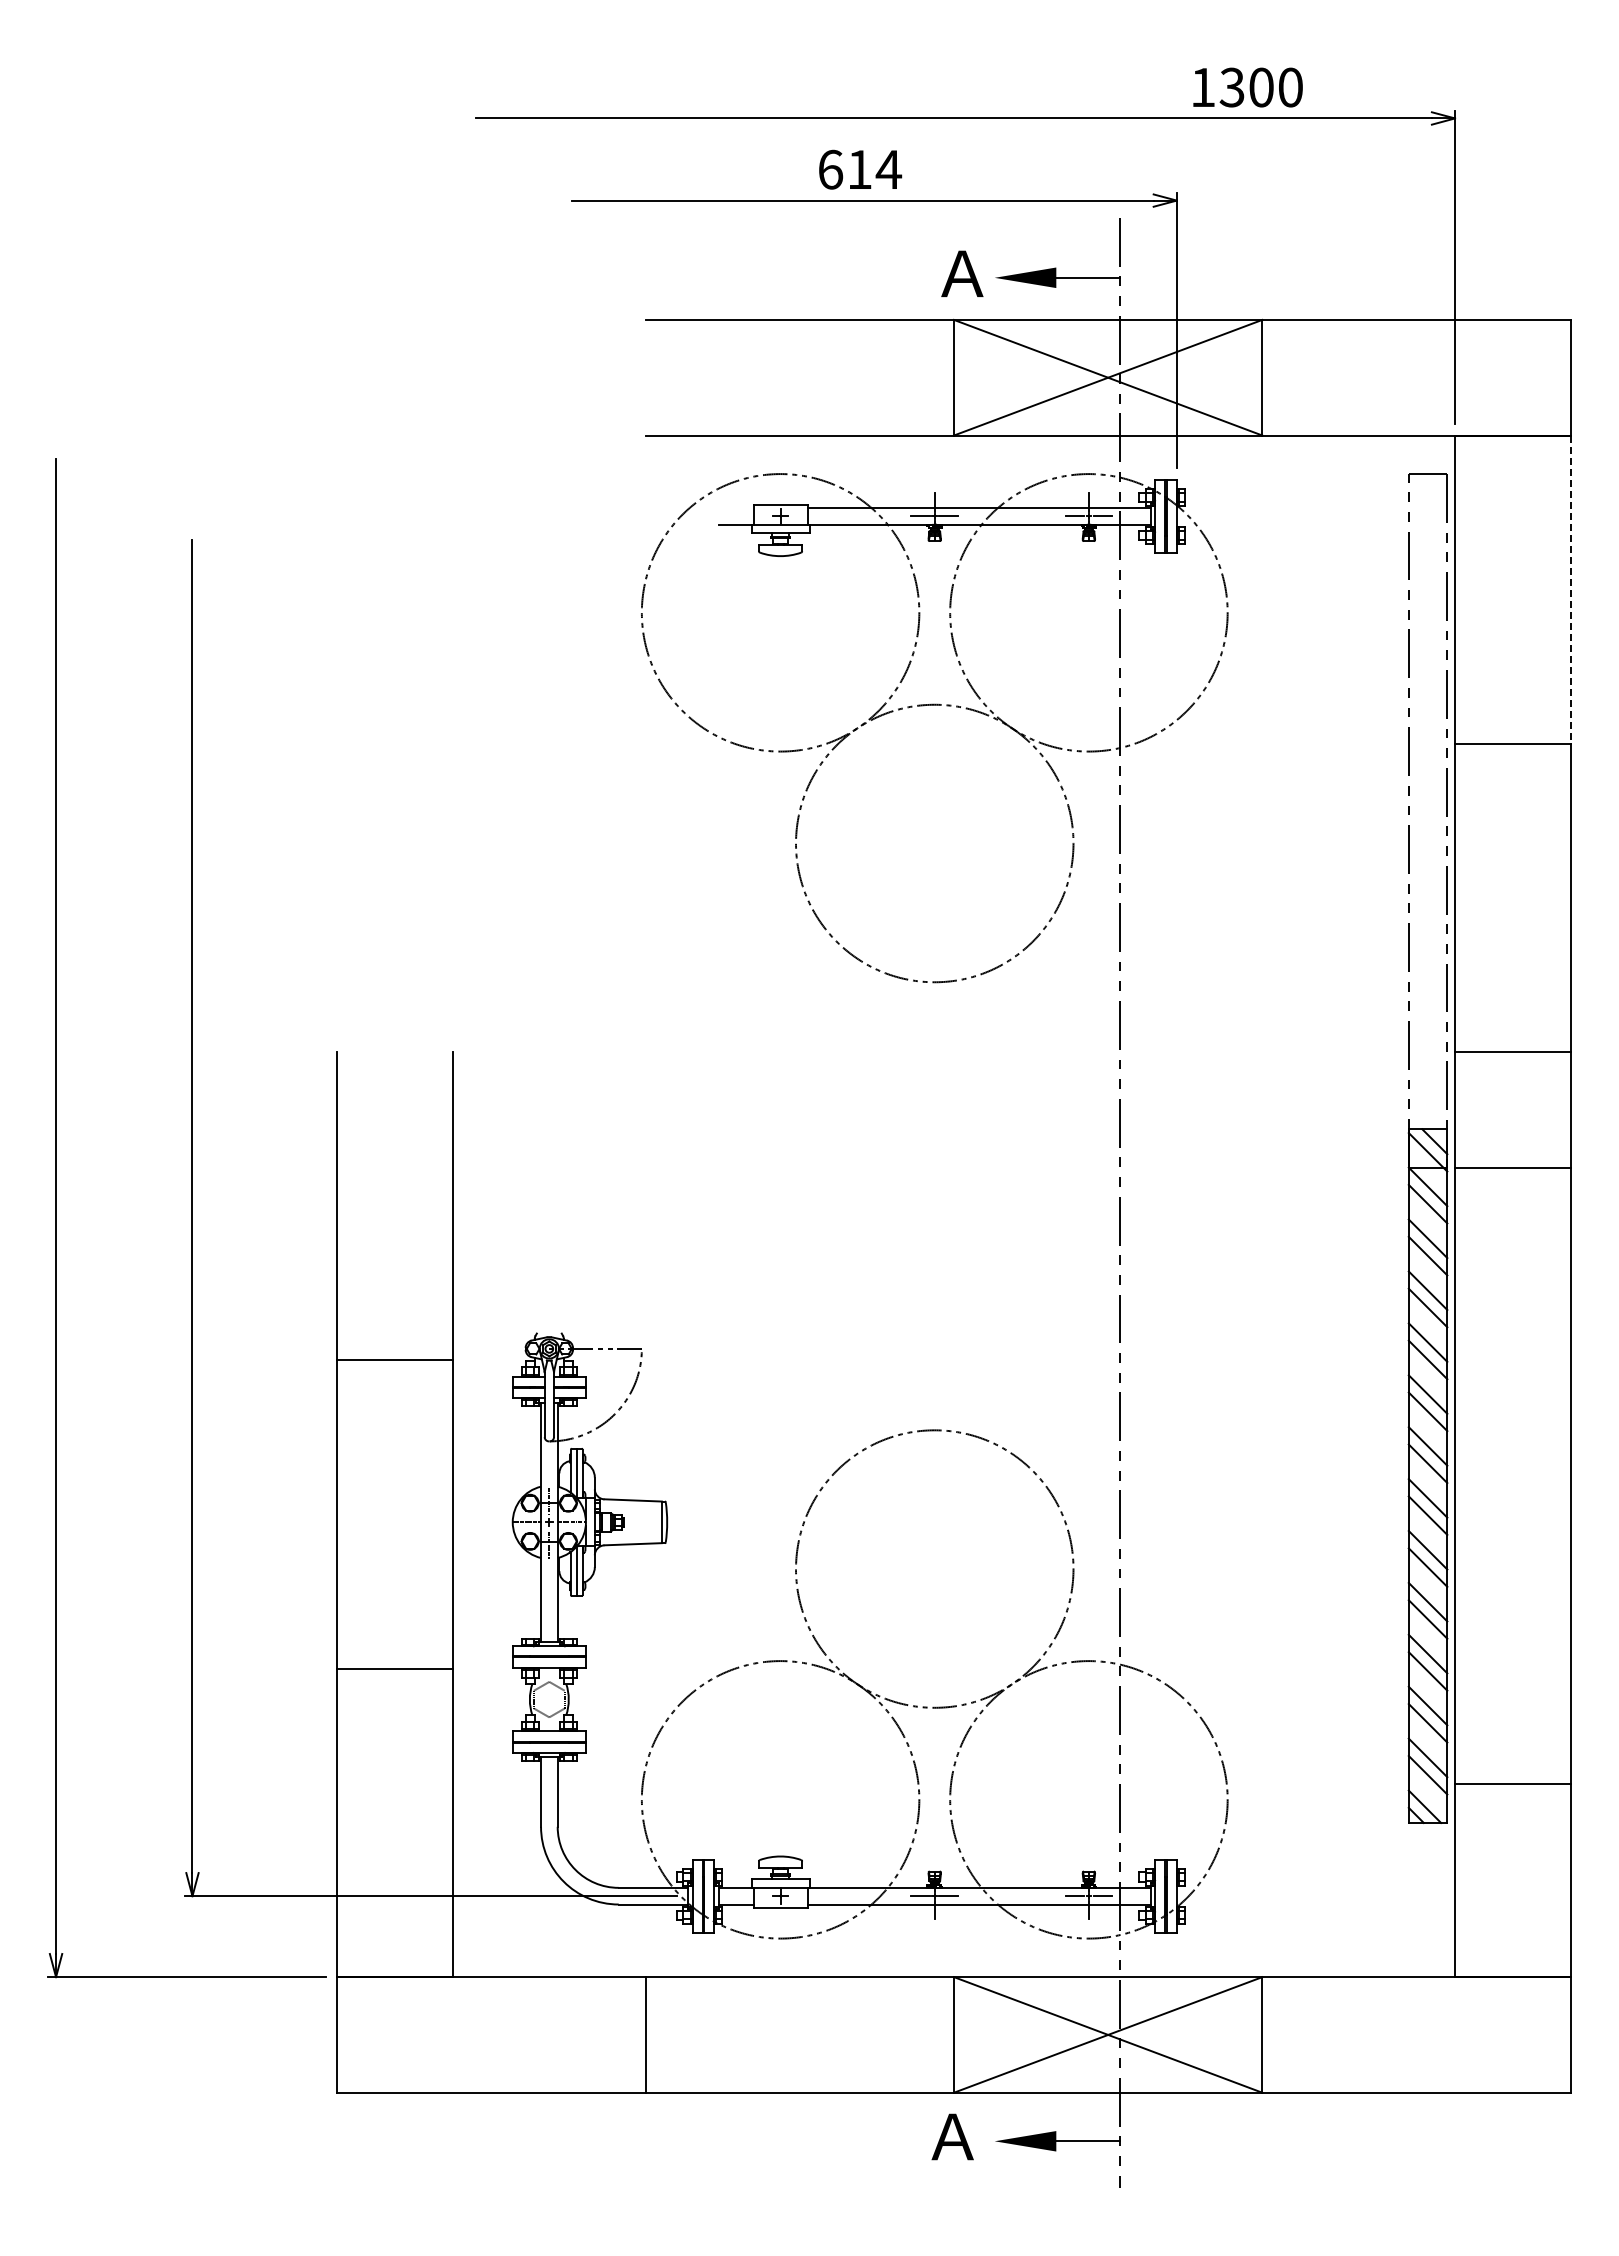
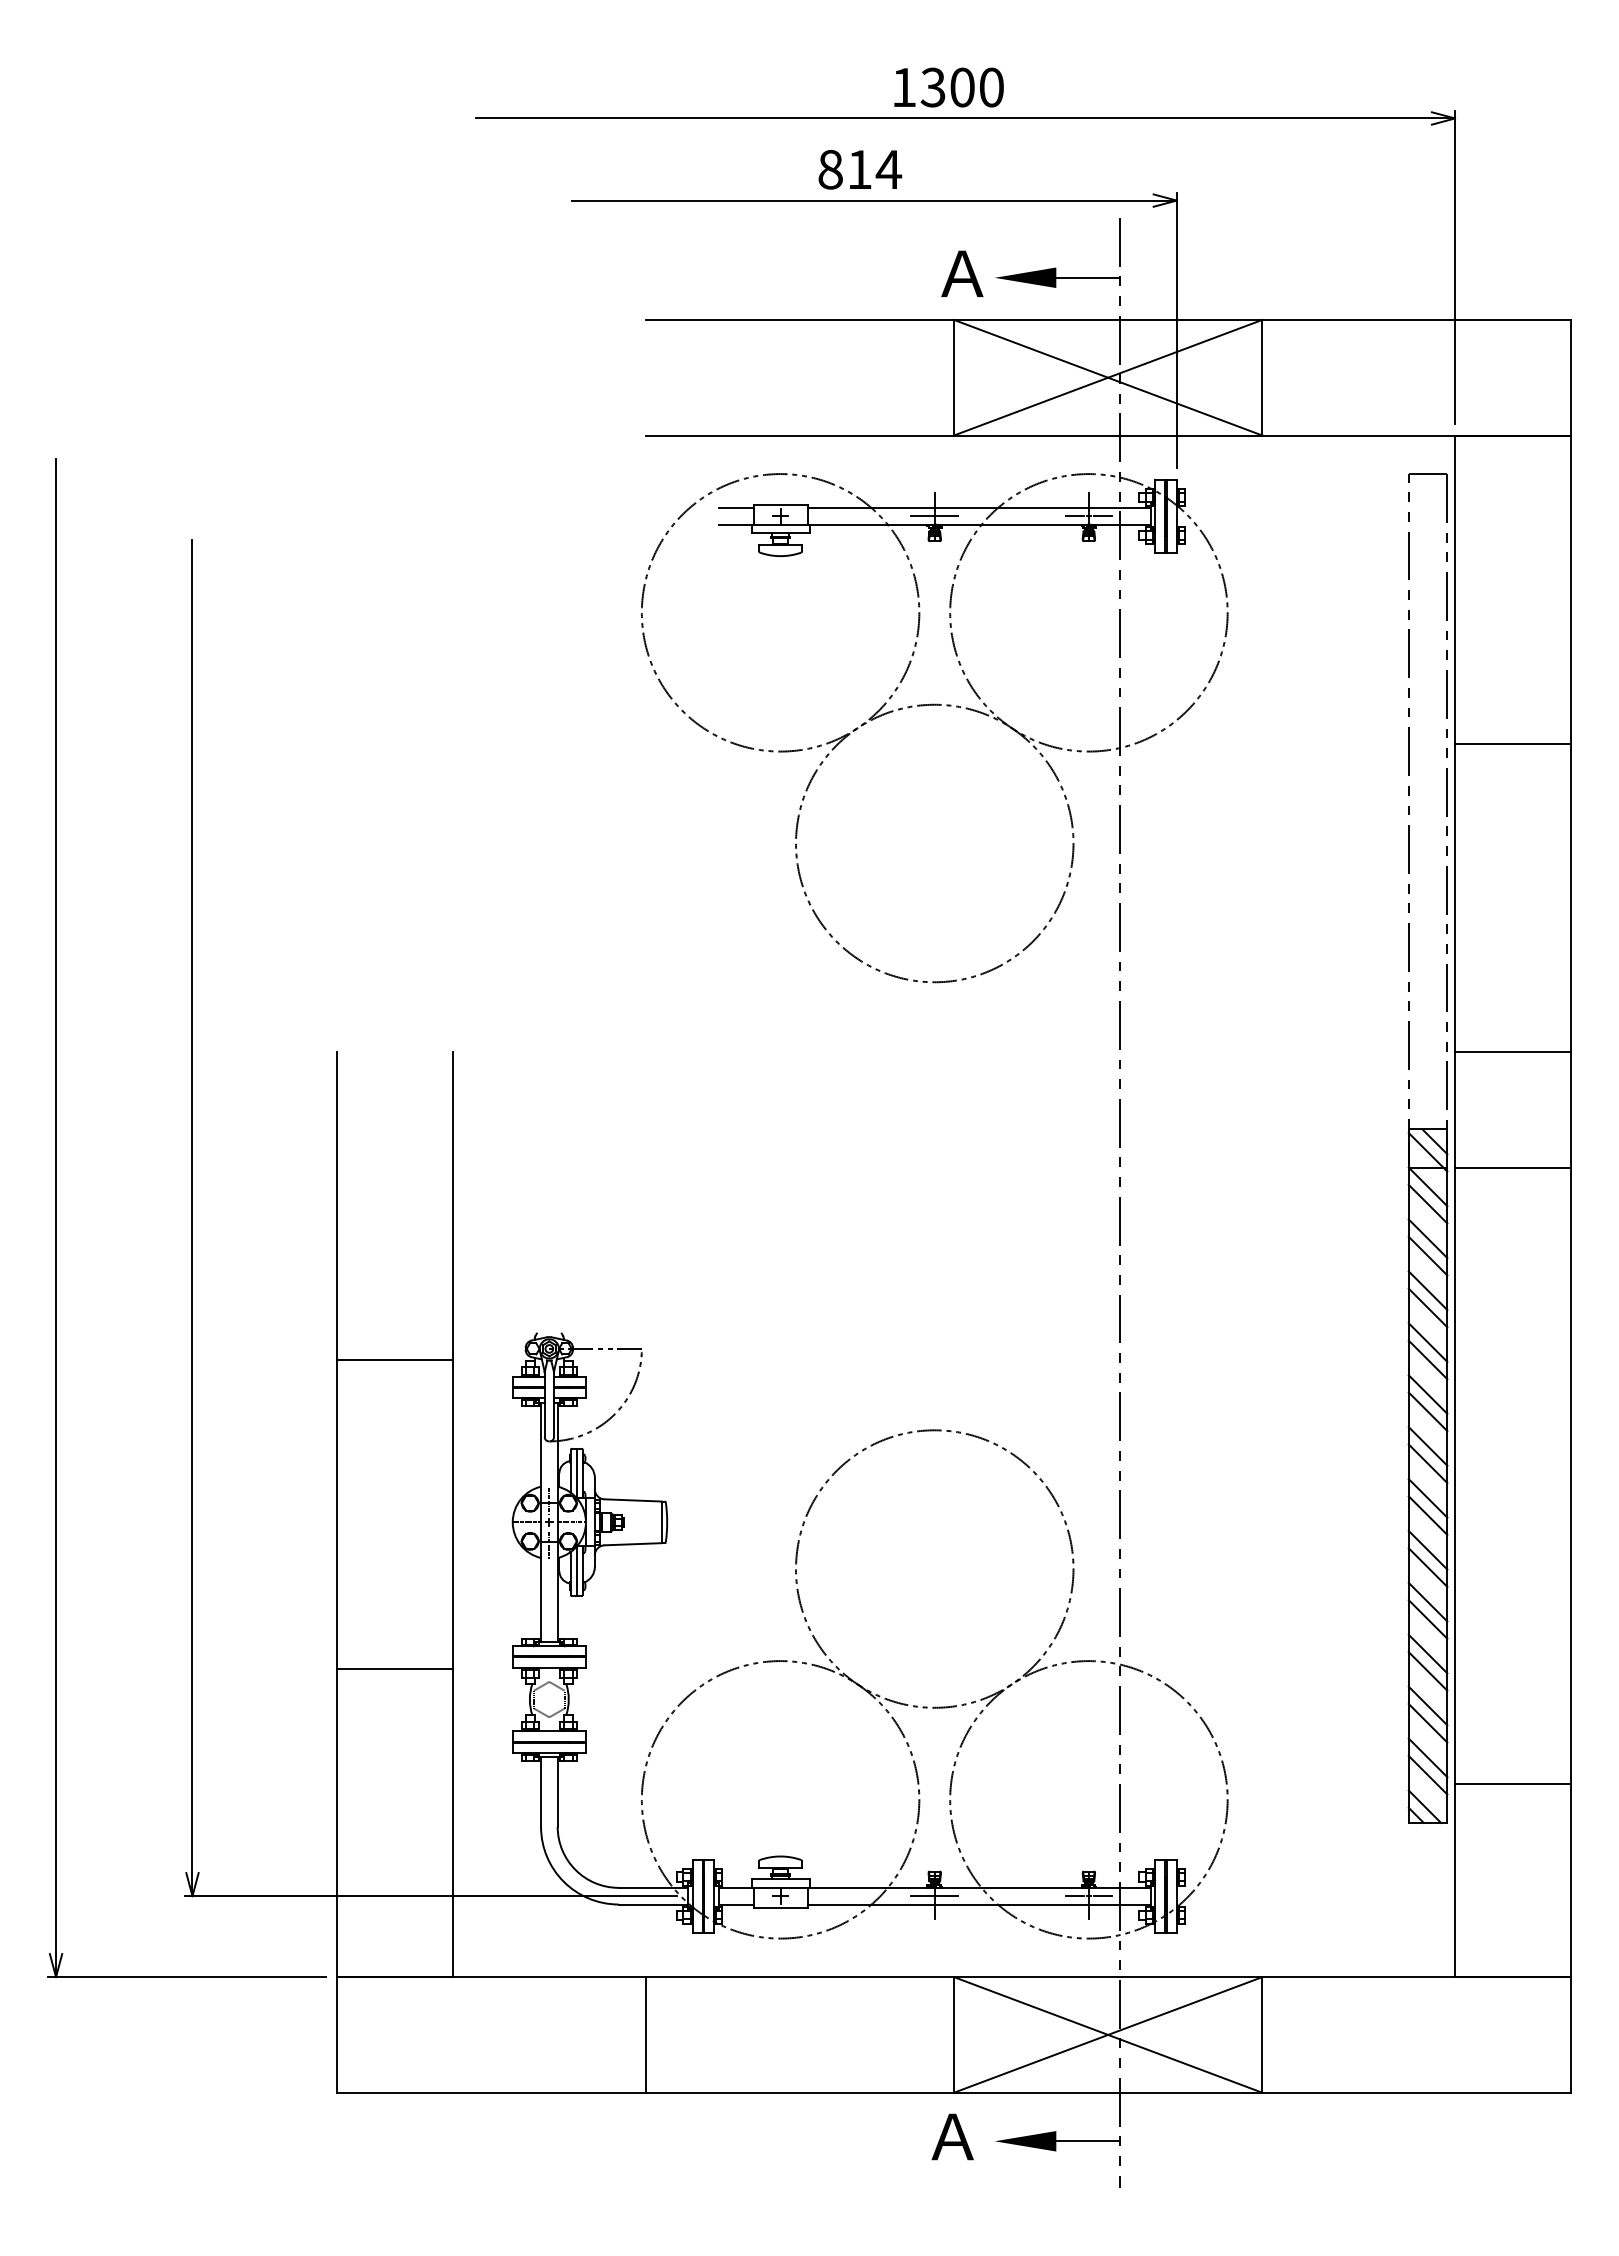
text at (1247, 87) position: (1247, 87) -> (948, 87)
text at (830, 169): 614 -> 814
line at (735, 508): none -> present
line at (1570, 590): dashed -> solid
